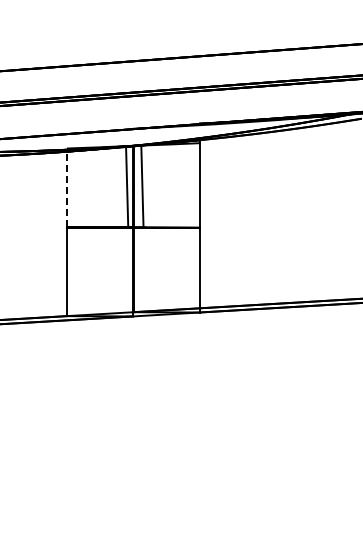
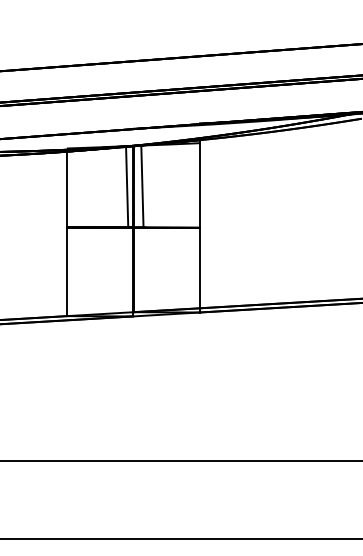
line at (67, 189): dashed -> solid
line at (180, 461): none -> present
line at (180, 539): none -> present
